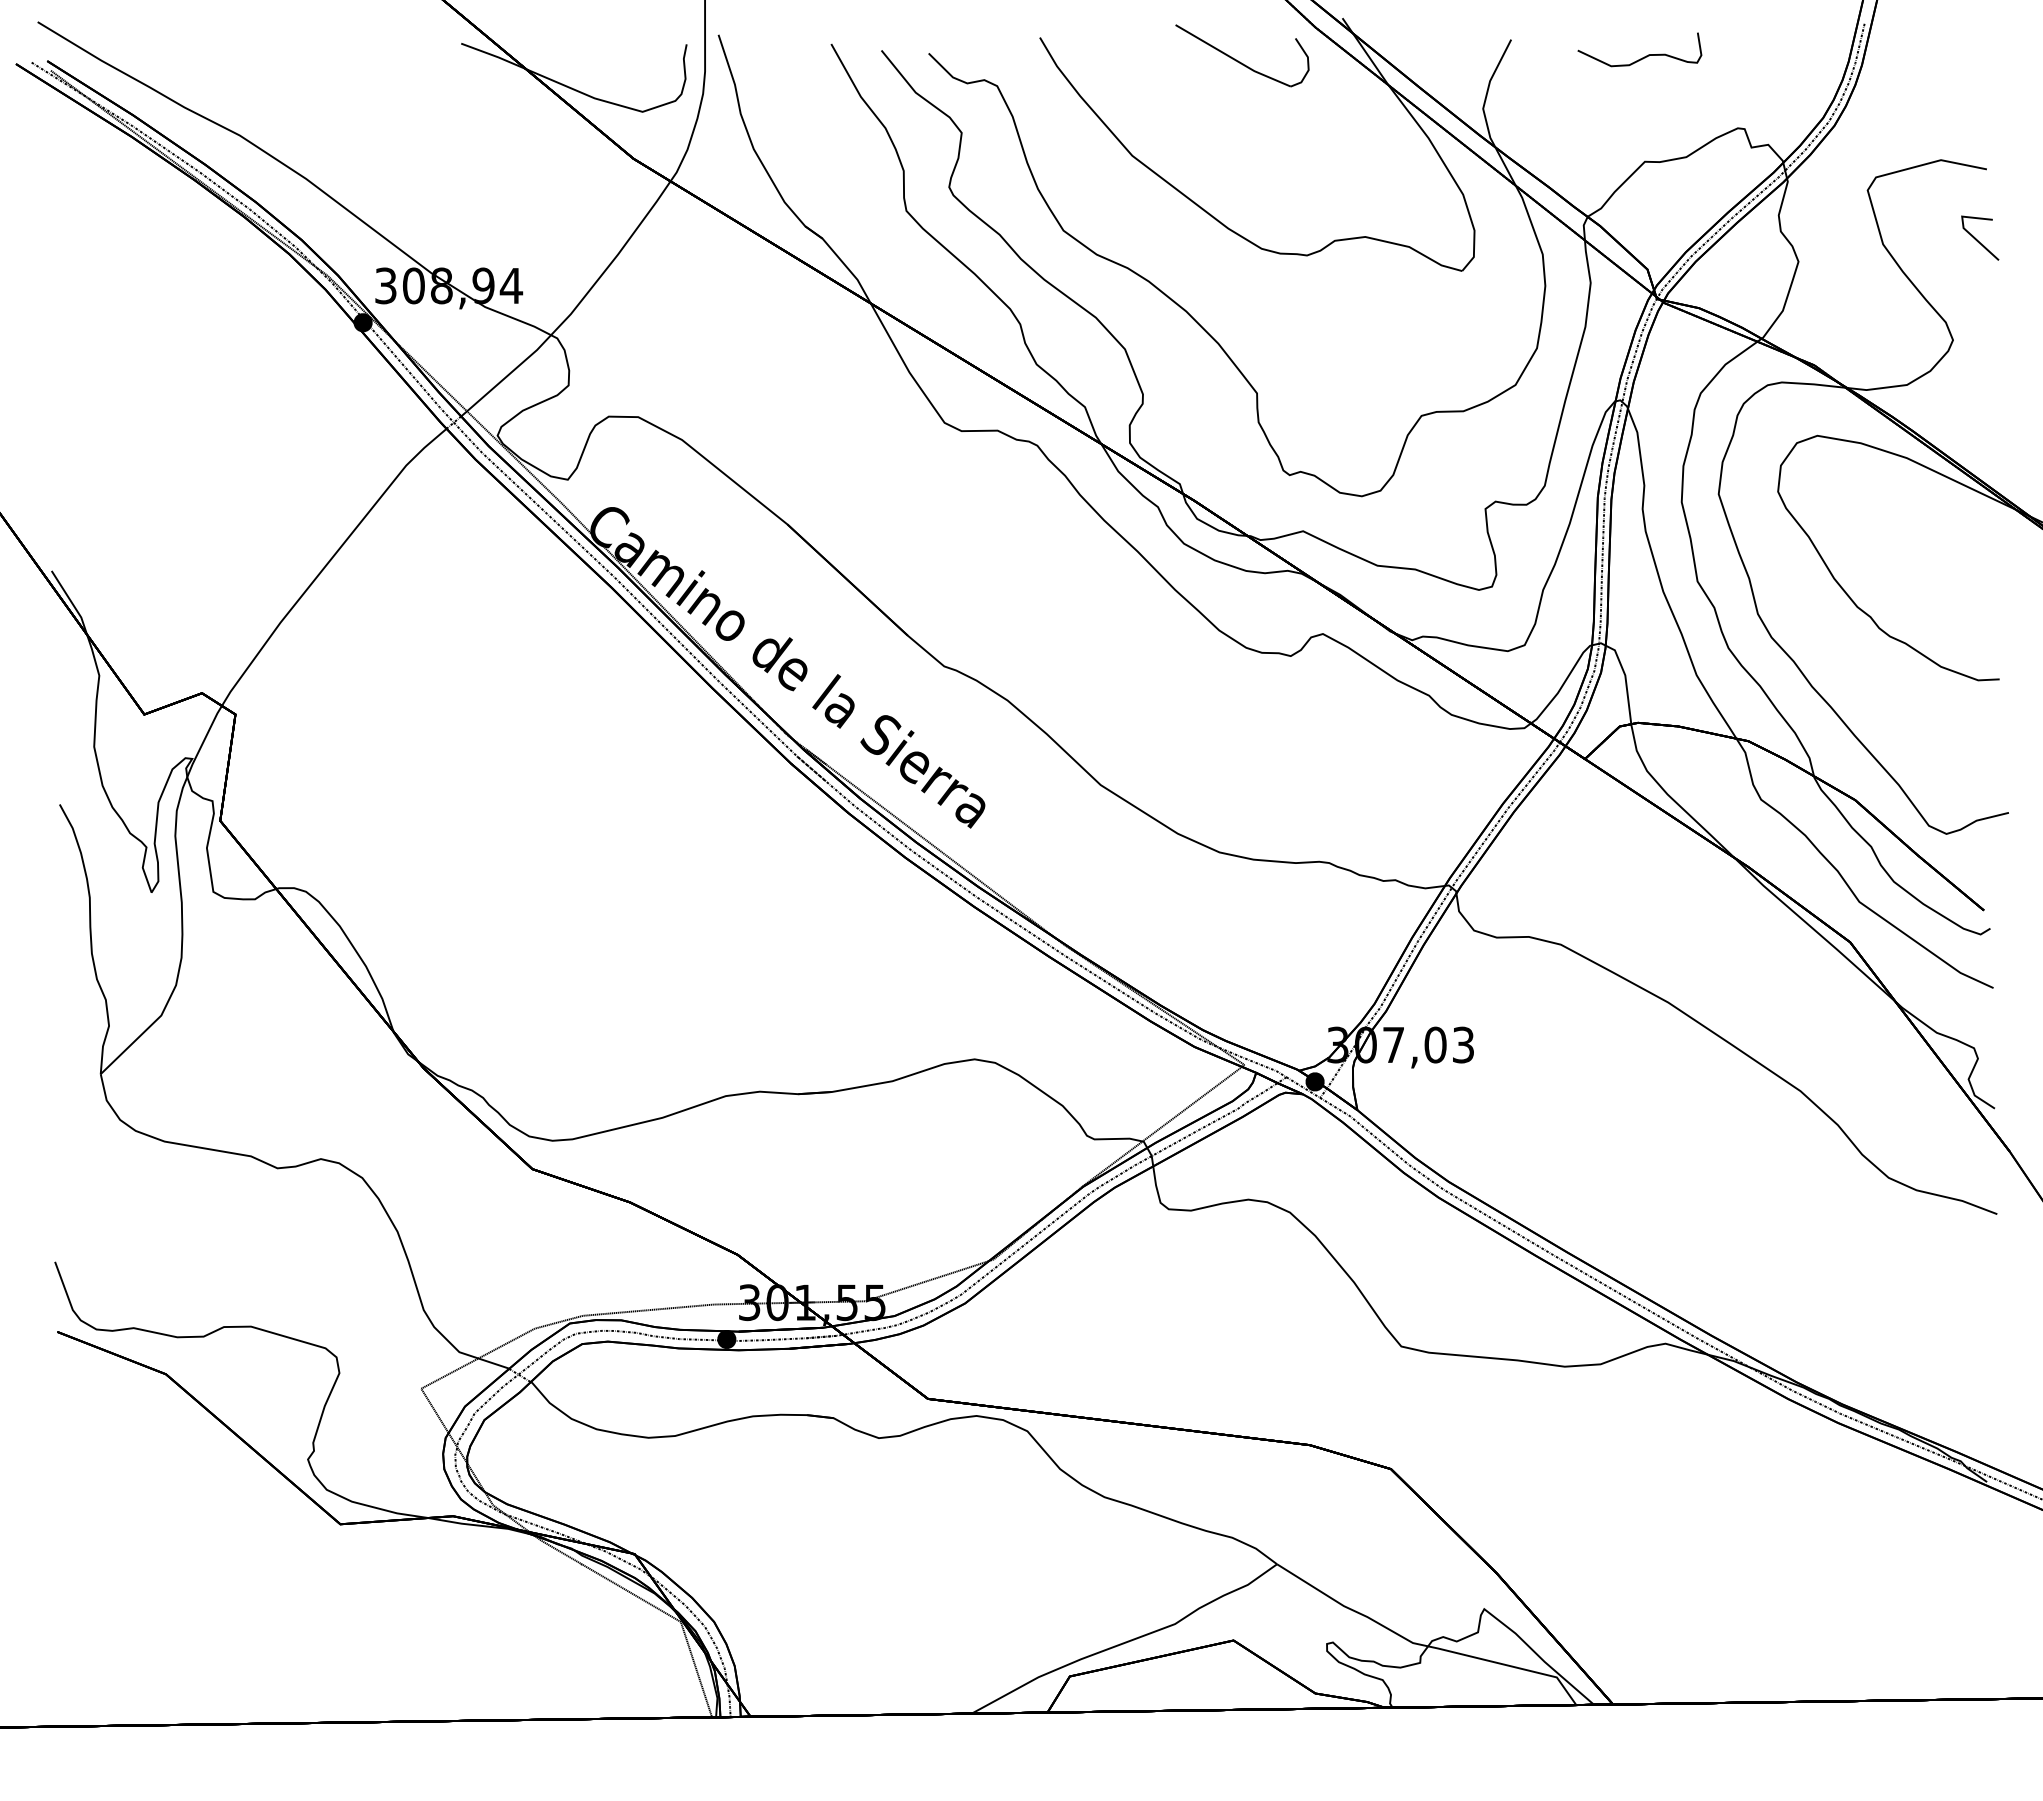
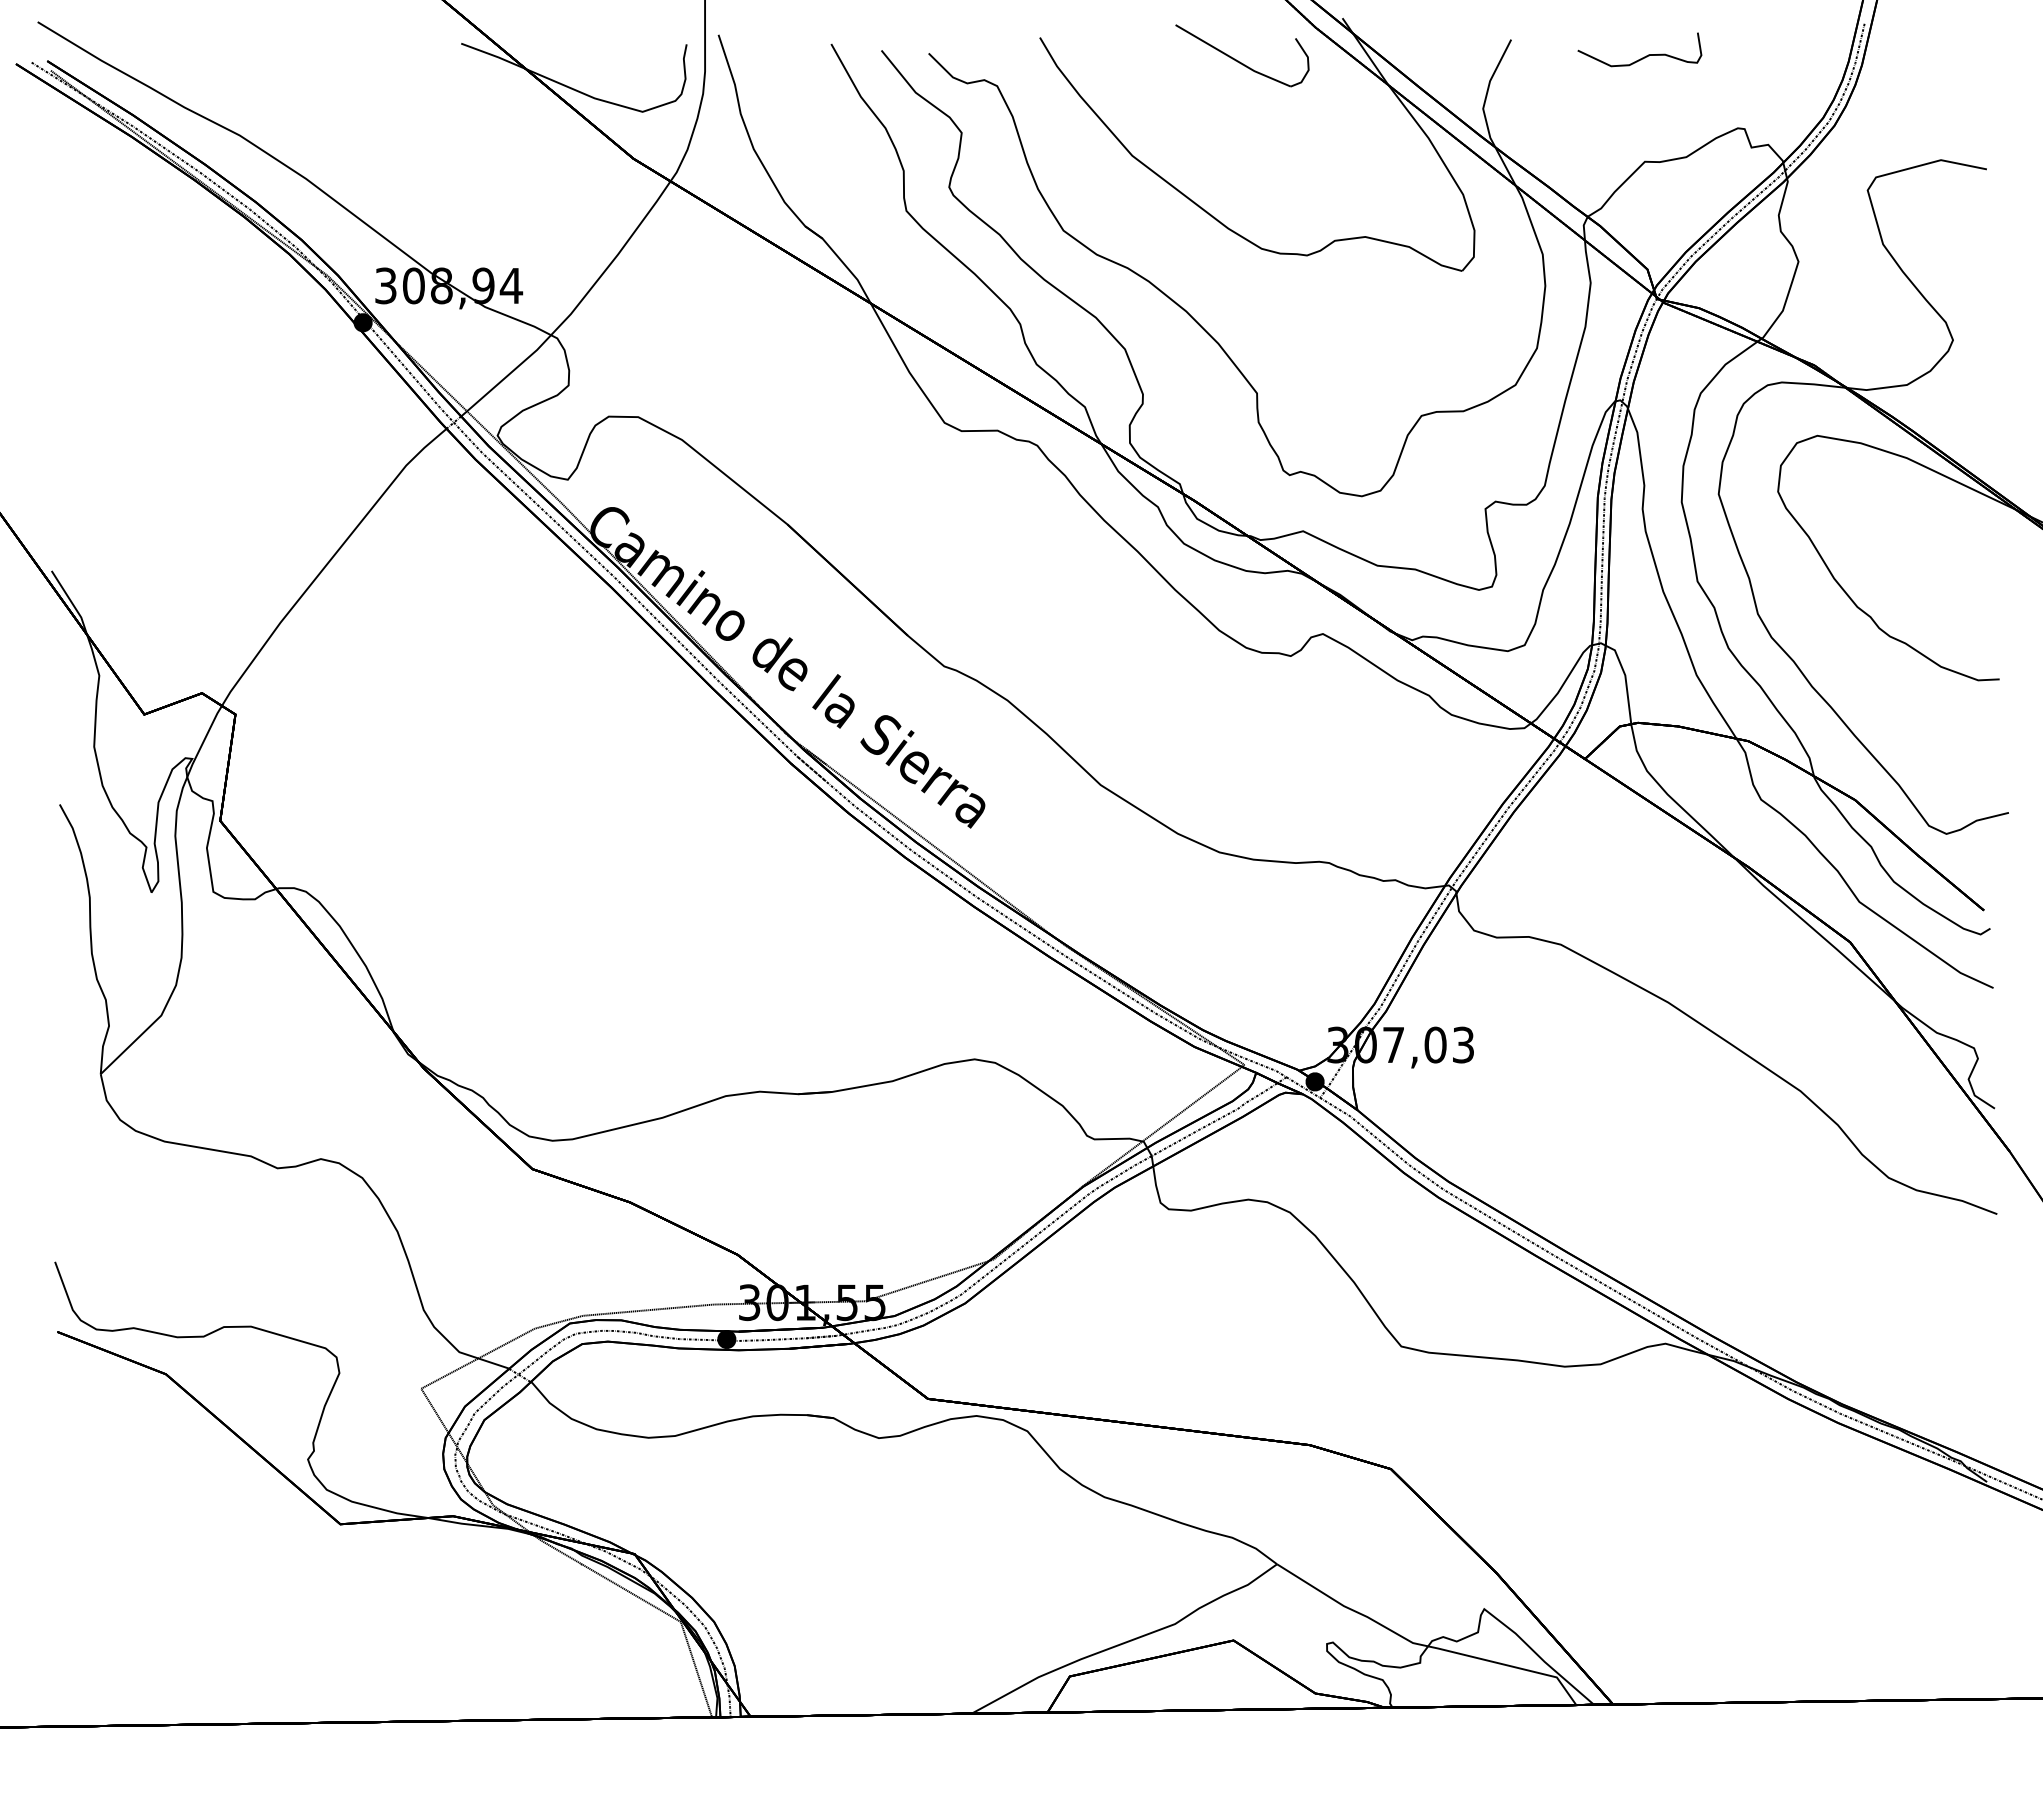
line at (1977, 239): present -> none
